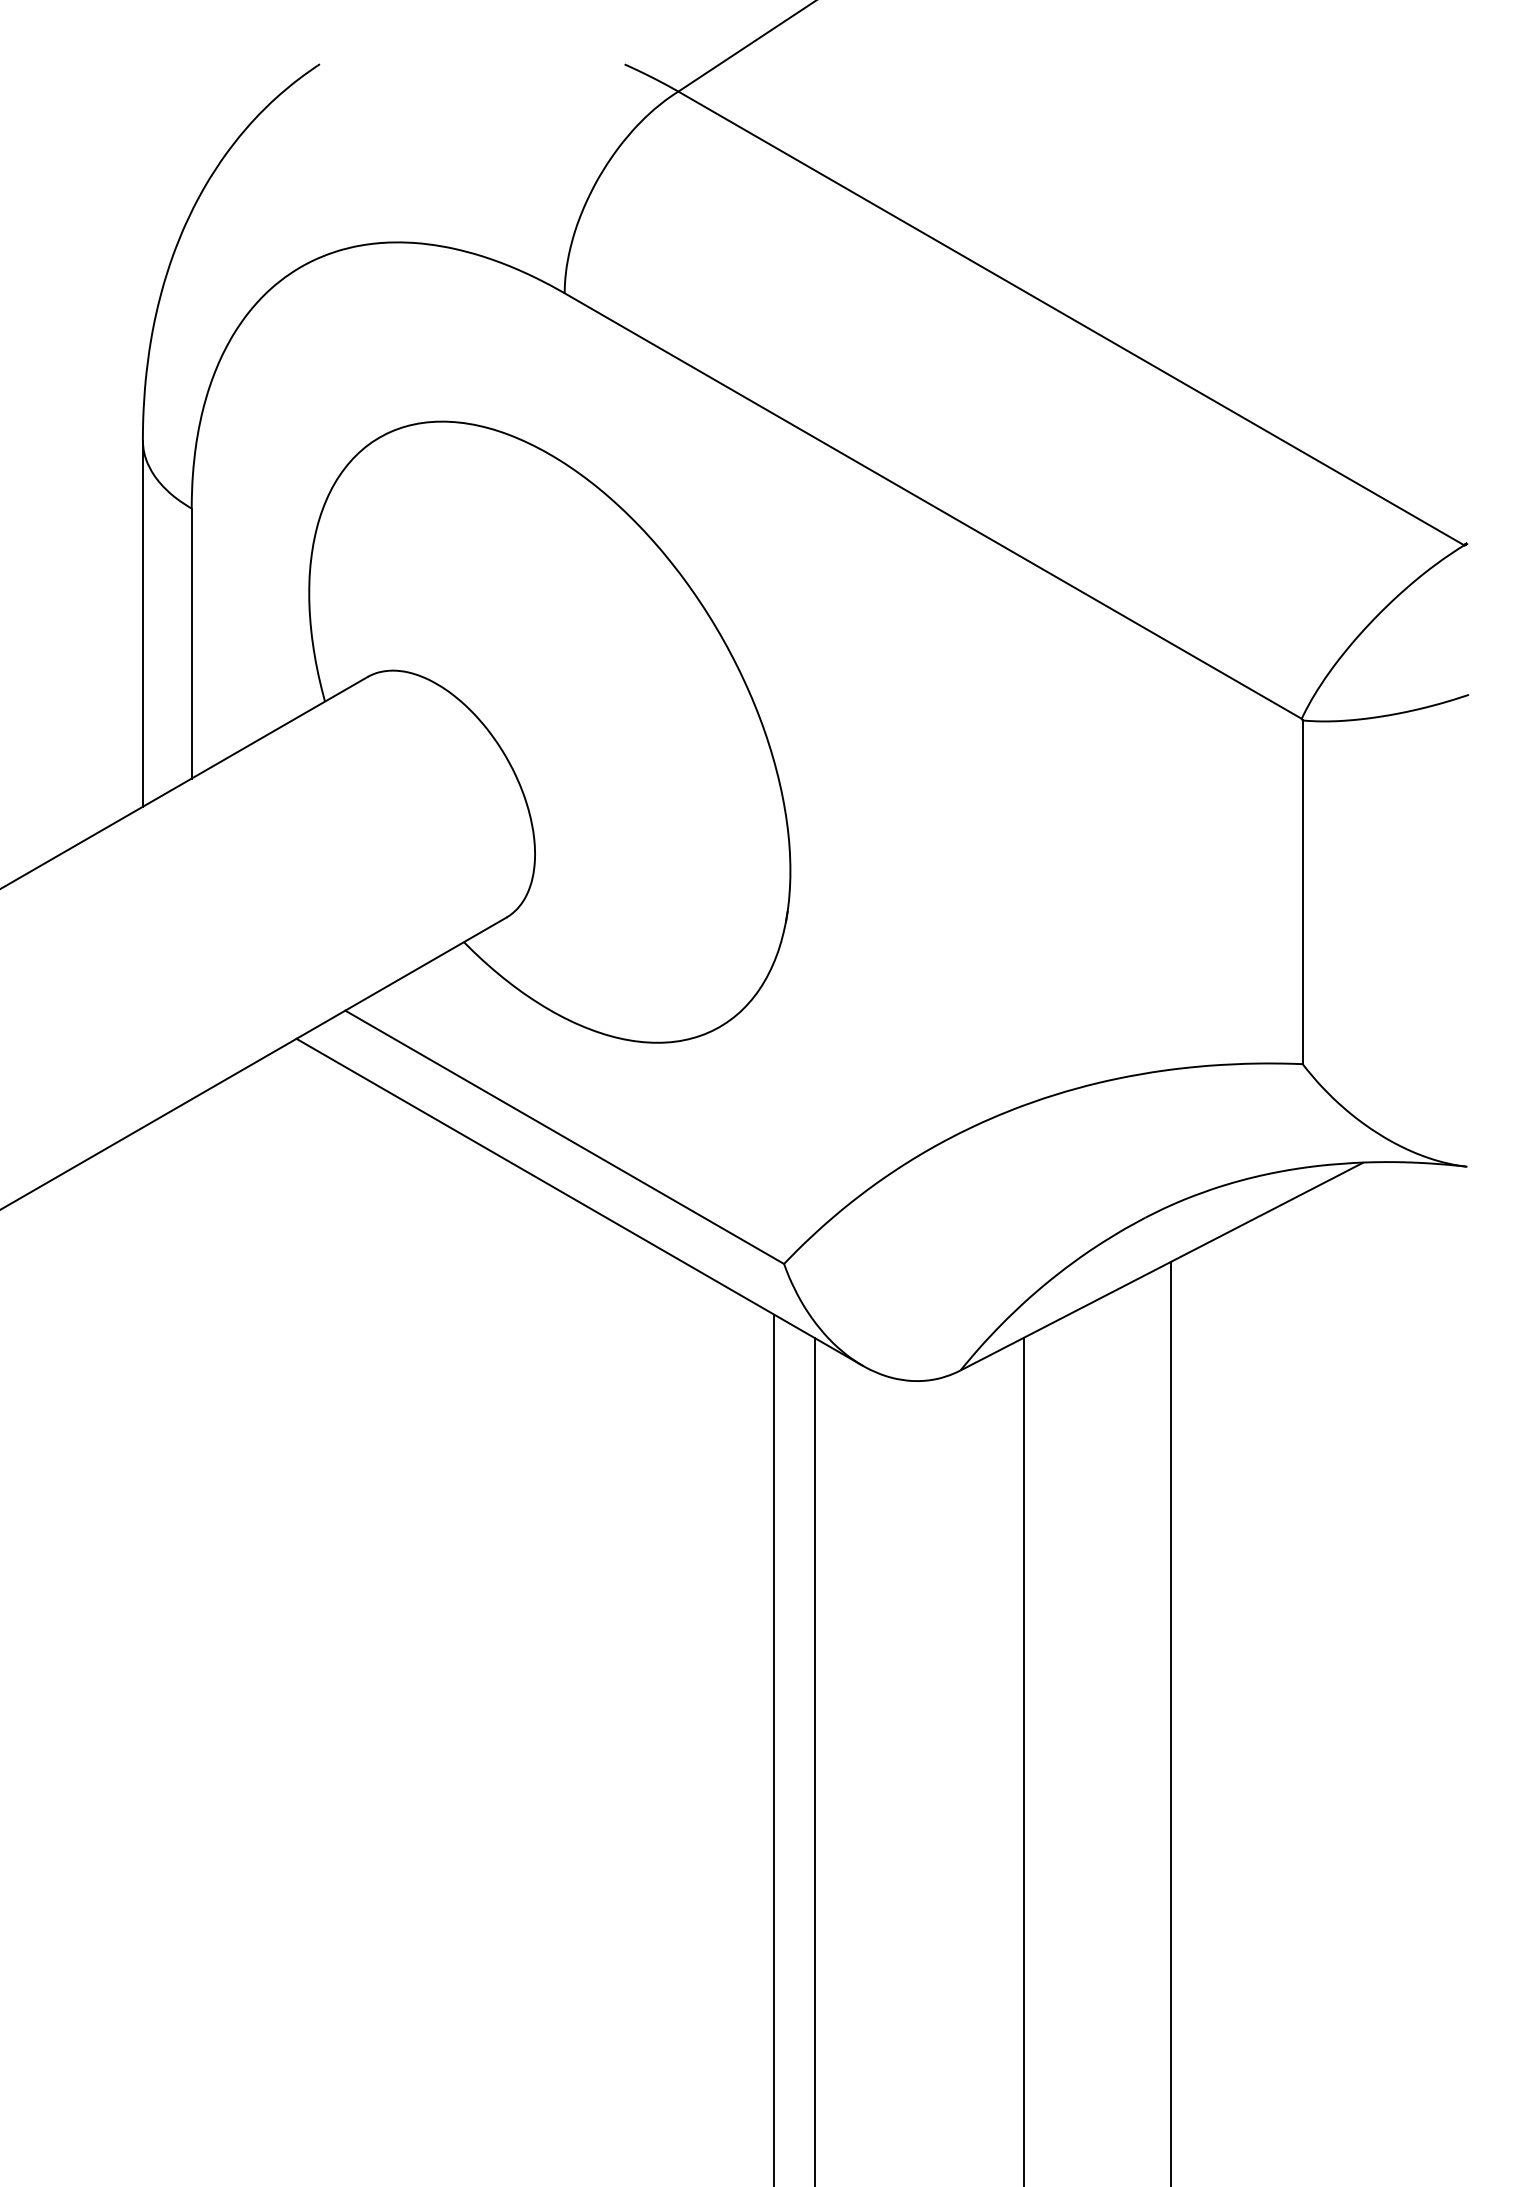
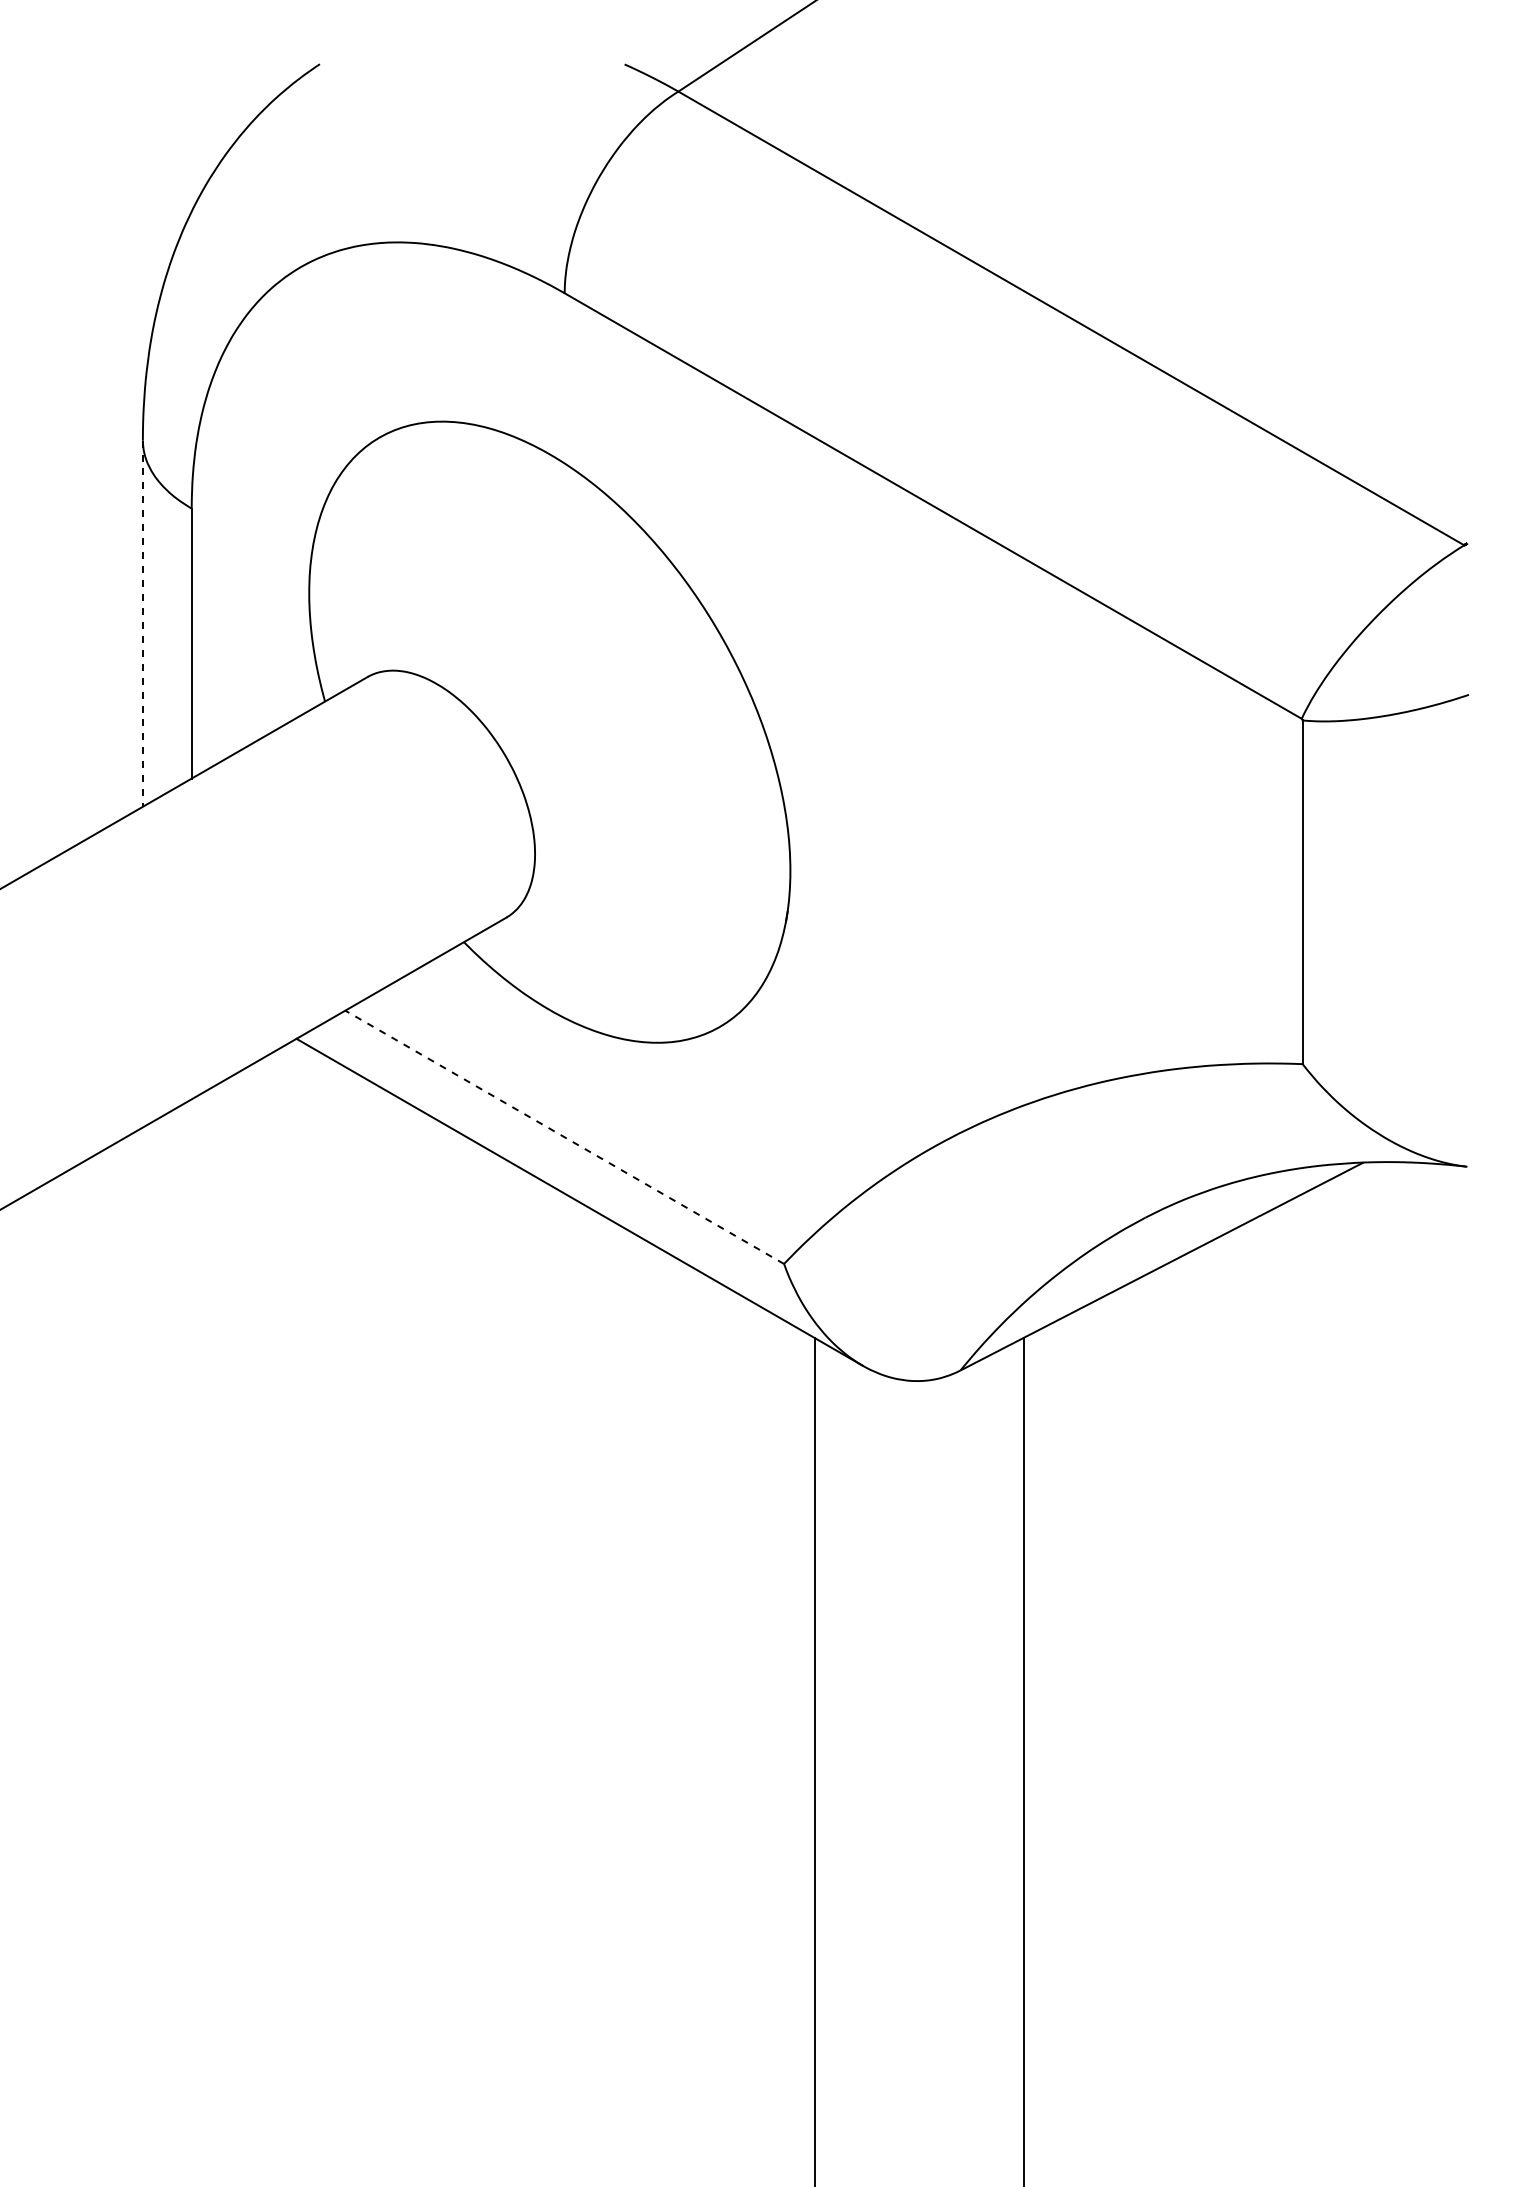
line at (142, 624): solid -> dashed
line at (564, 1137): solid -> dashed
line at (1171, 1722): present -> none
line at (774, 1748): present -> none
